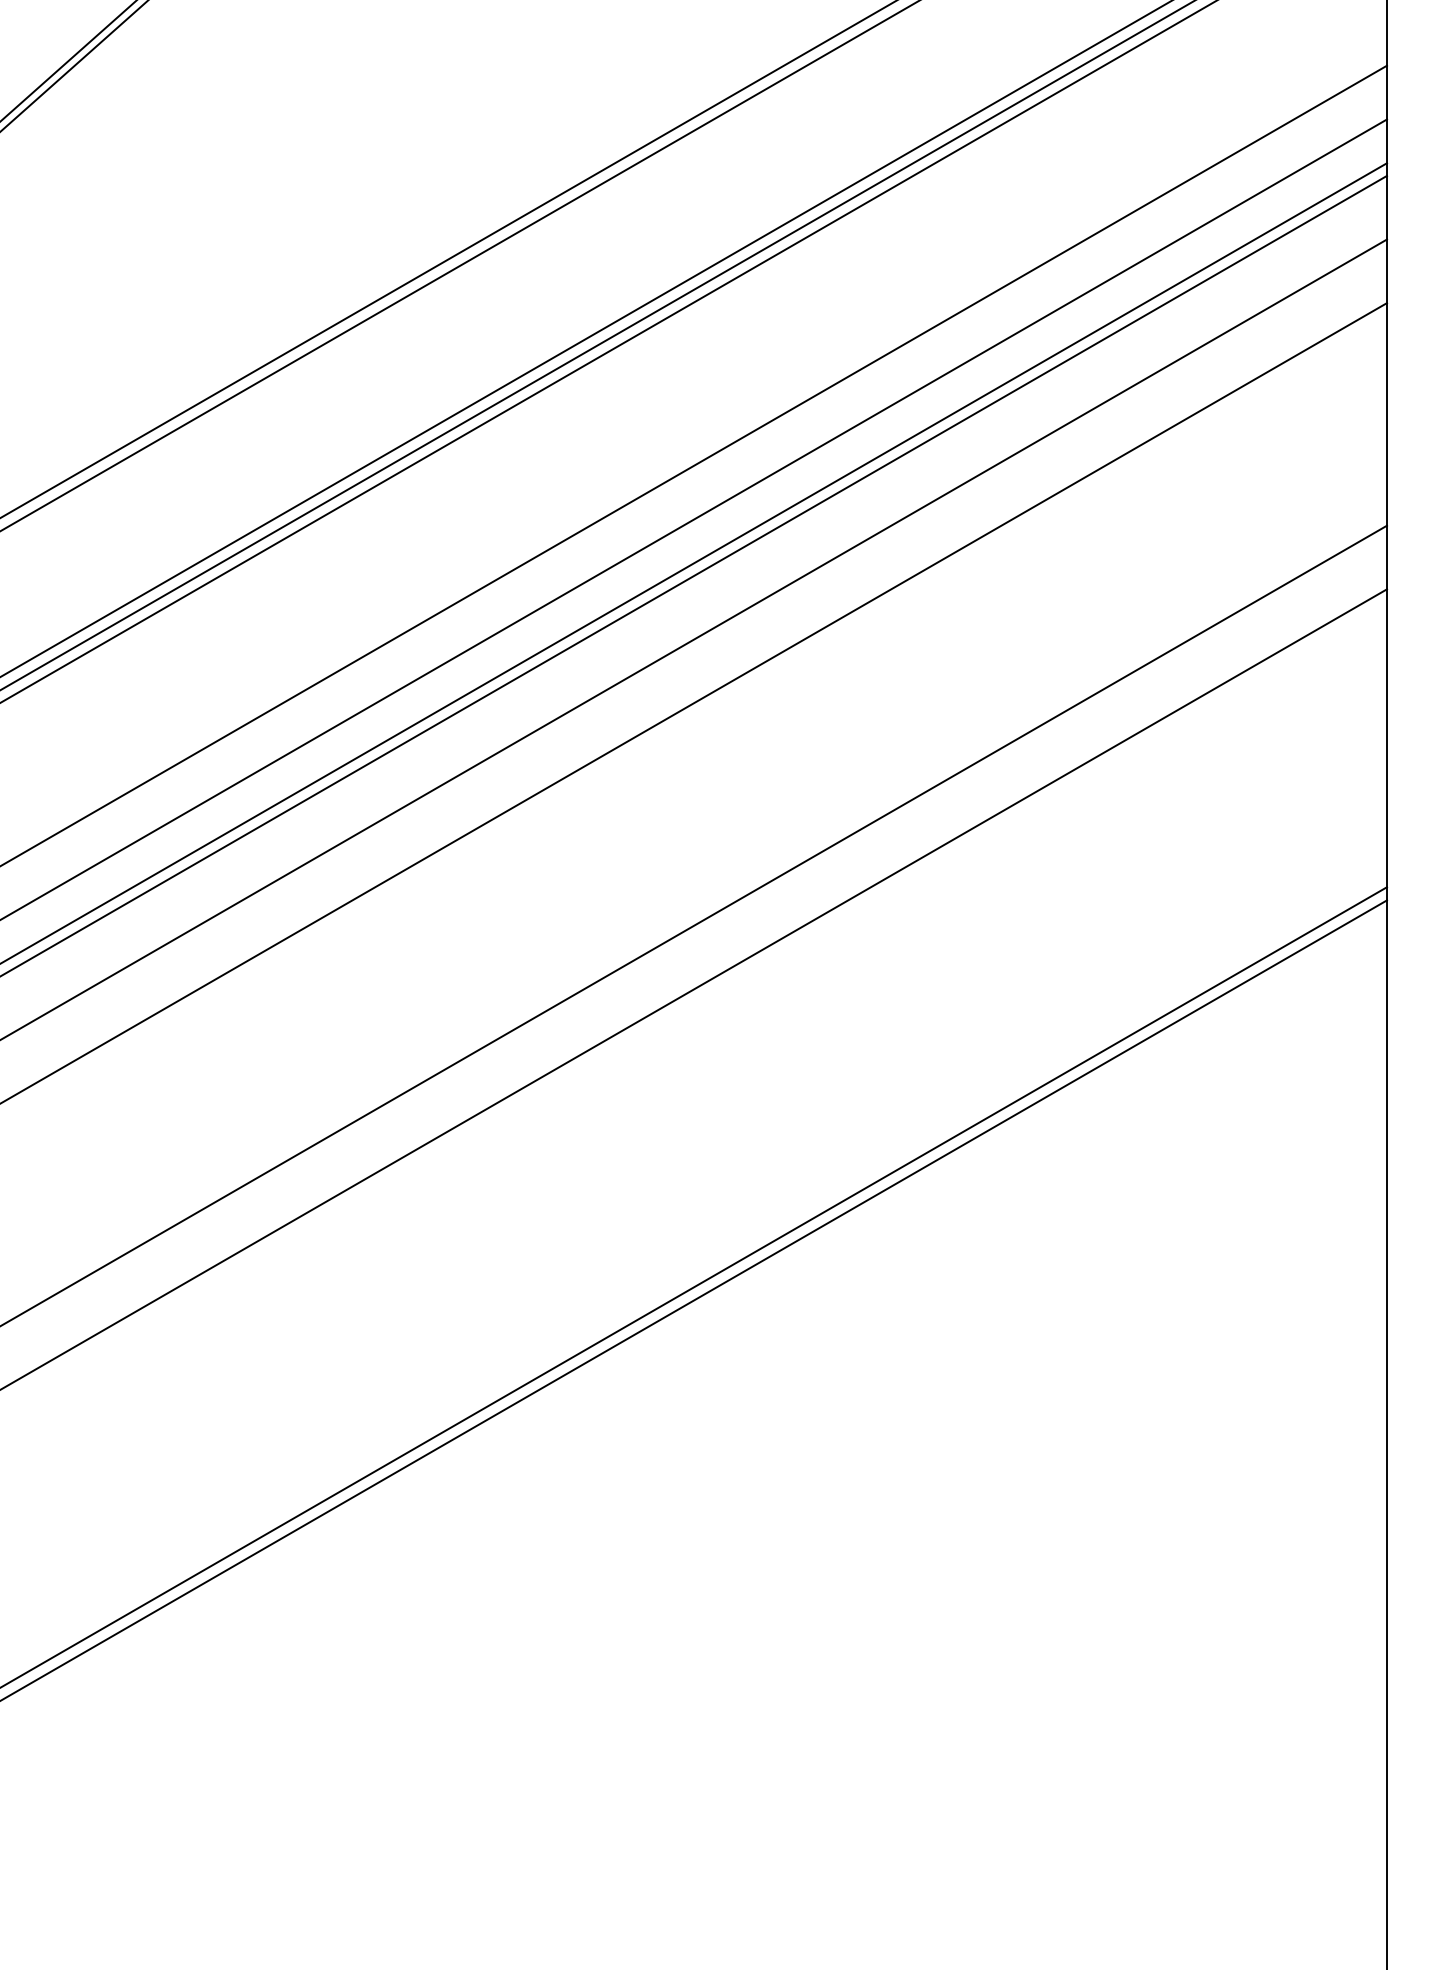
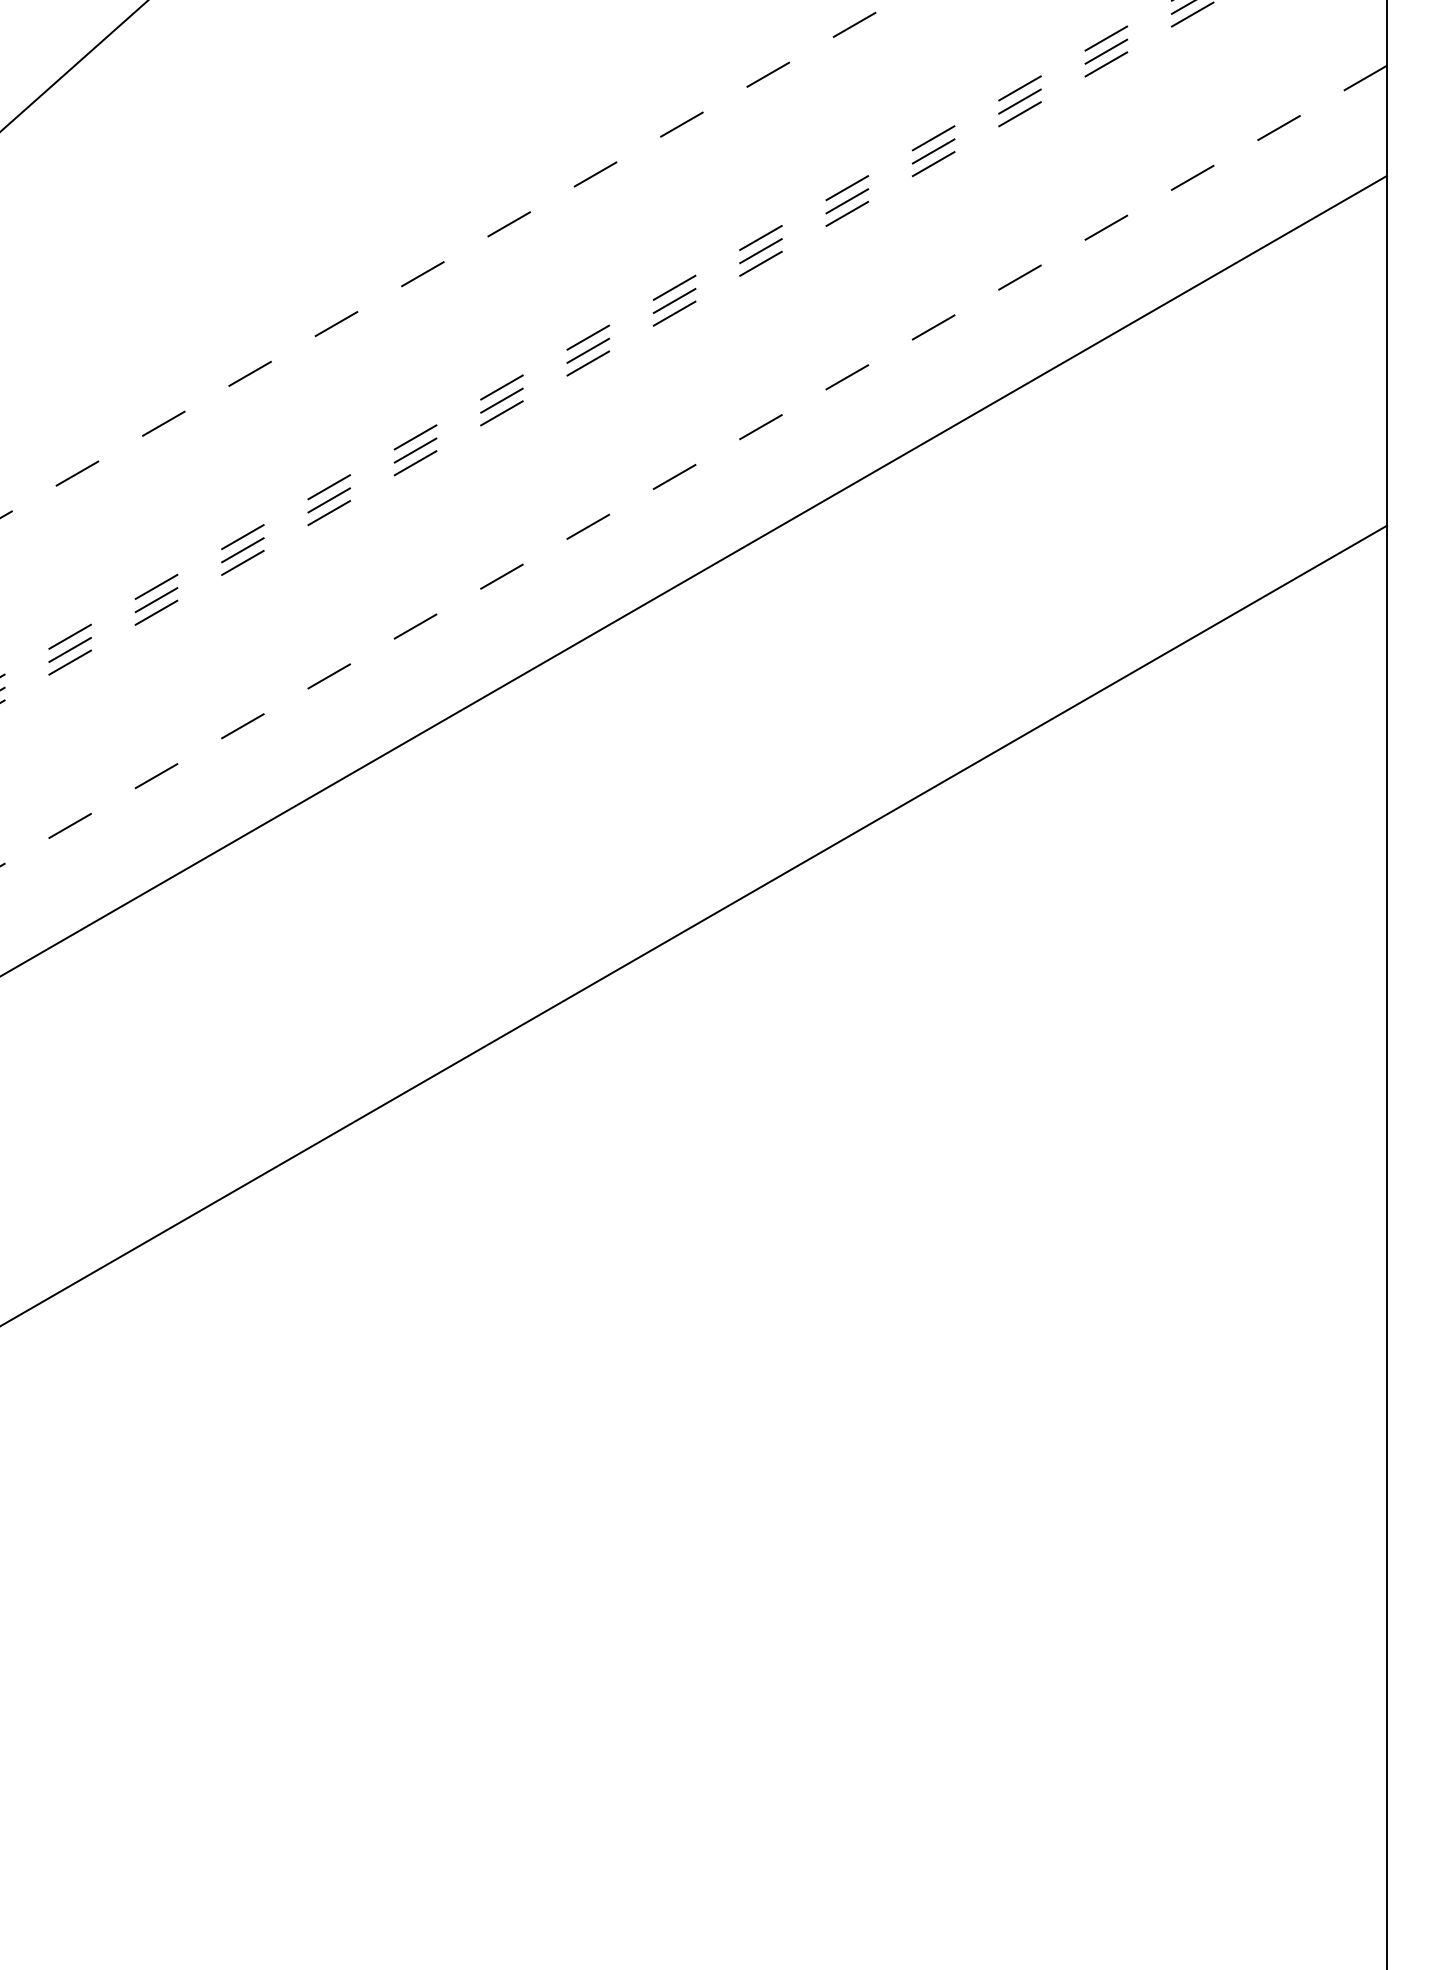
line at (68, 60): present -> none
line at (449, 258): solid -> dashed
line at (459, 266): present -> none
line at (586, 338): solid -> dashed
line at (598, 345): solid -> dashed
line at (608, 351): solid -> dashed
line at (693, 466): solid -> dashed
line at (694, 518): present -> none
line at (694, 562): present -> none
line at (694, 638): present -> none
line at (694, 702): present -> none
line at (694, 988): present -> none
line at (694, 1286): present -> none
line at (694, 1299): present -> none
